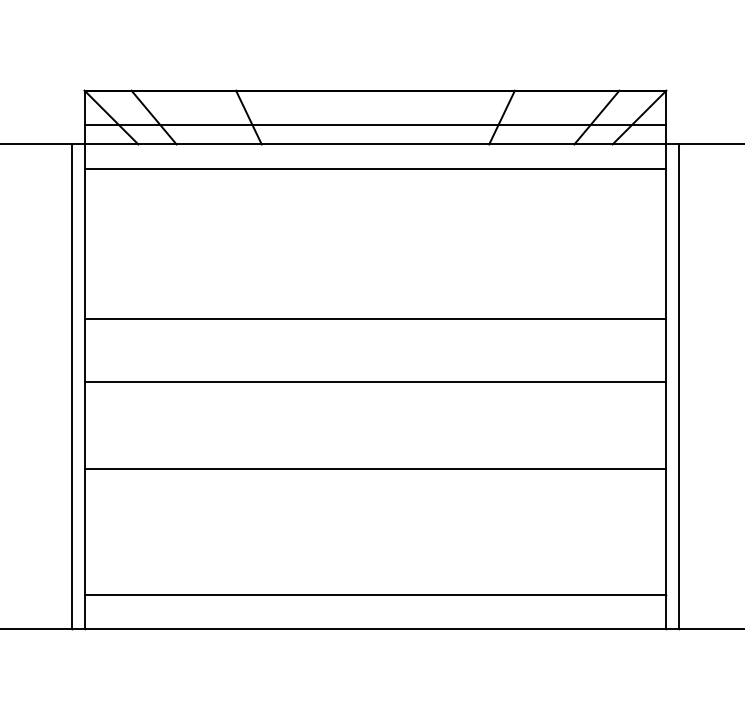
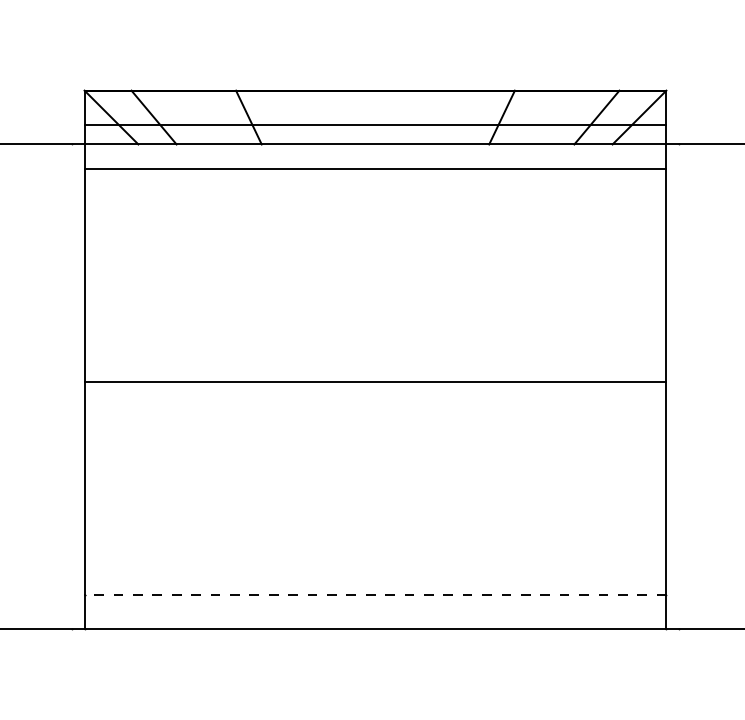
line at (375, 319): present -> none
line at (72, 386): present -> none
line at (678, 386): present -> none
line at (375, 469): present -> none
line at (375, 595): solid -> dashed
